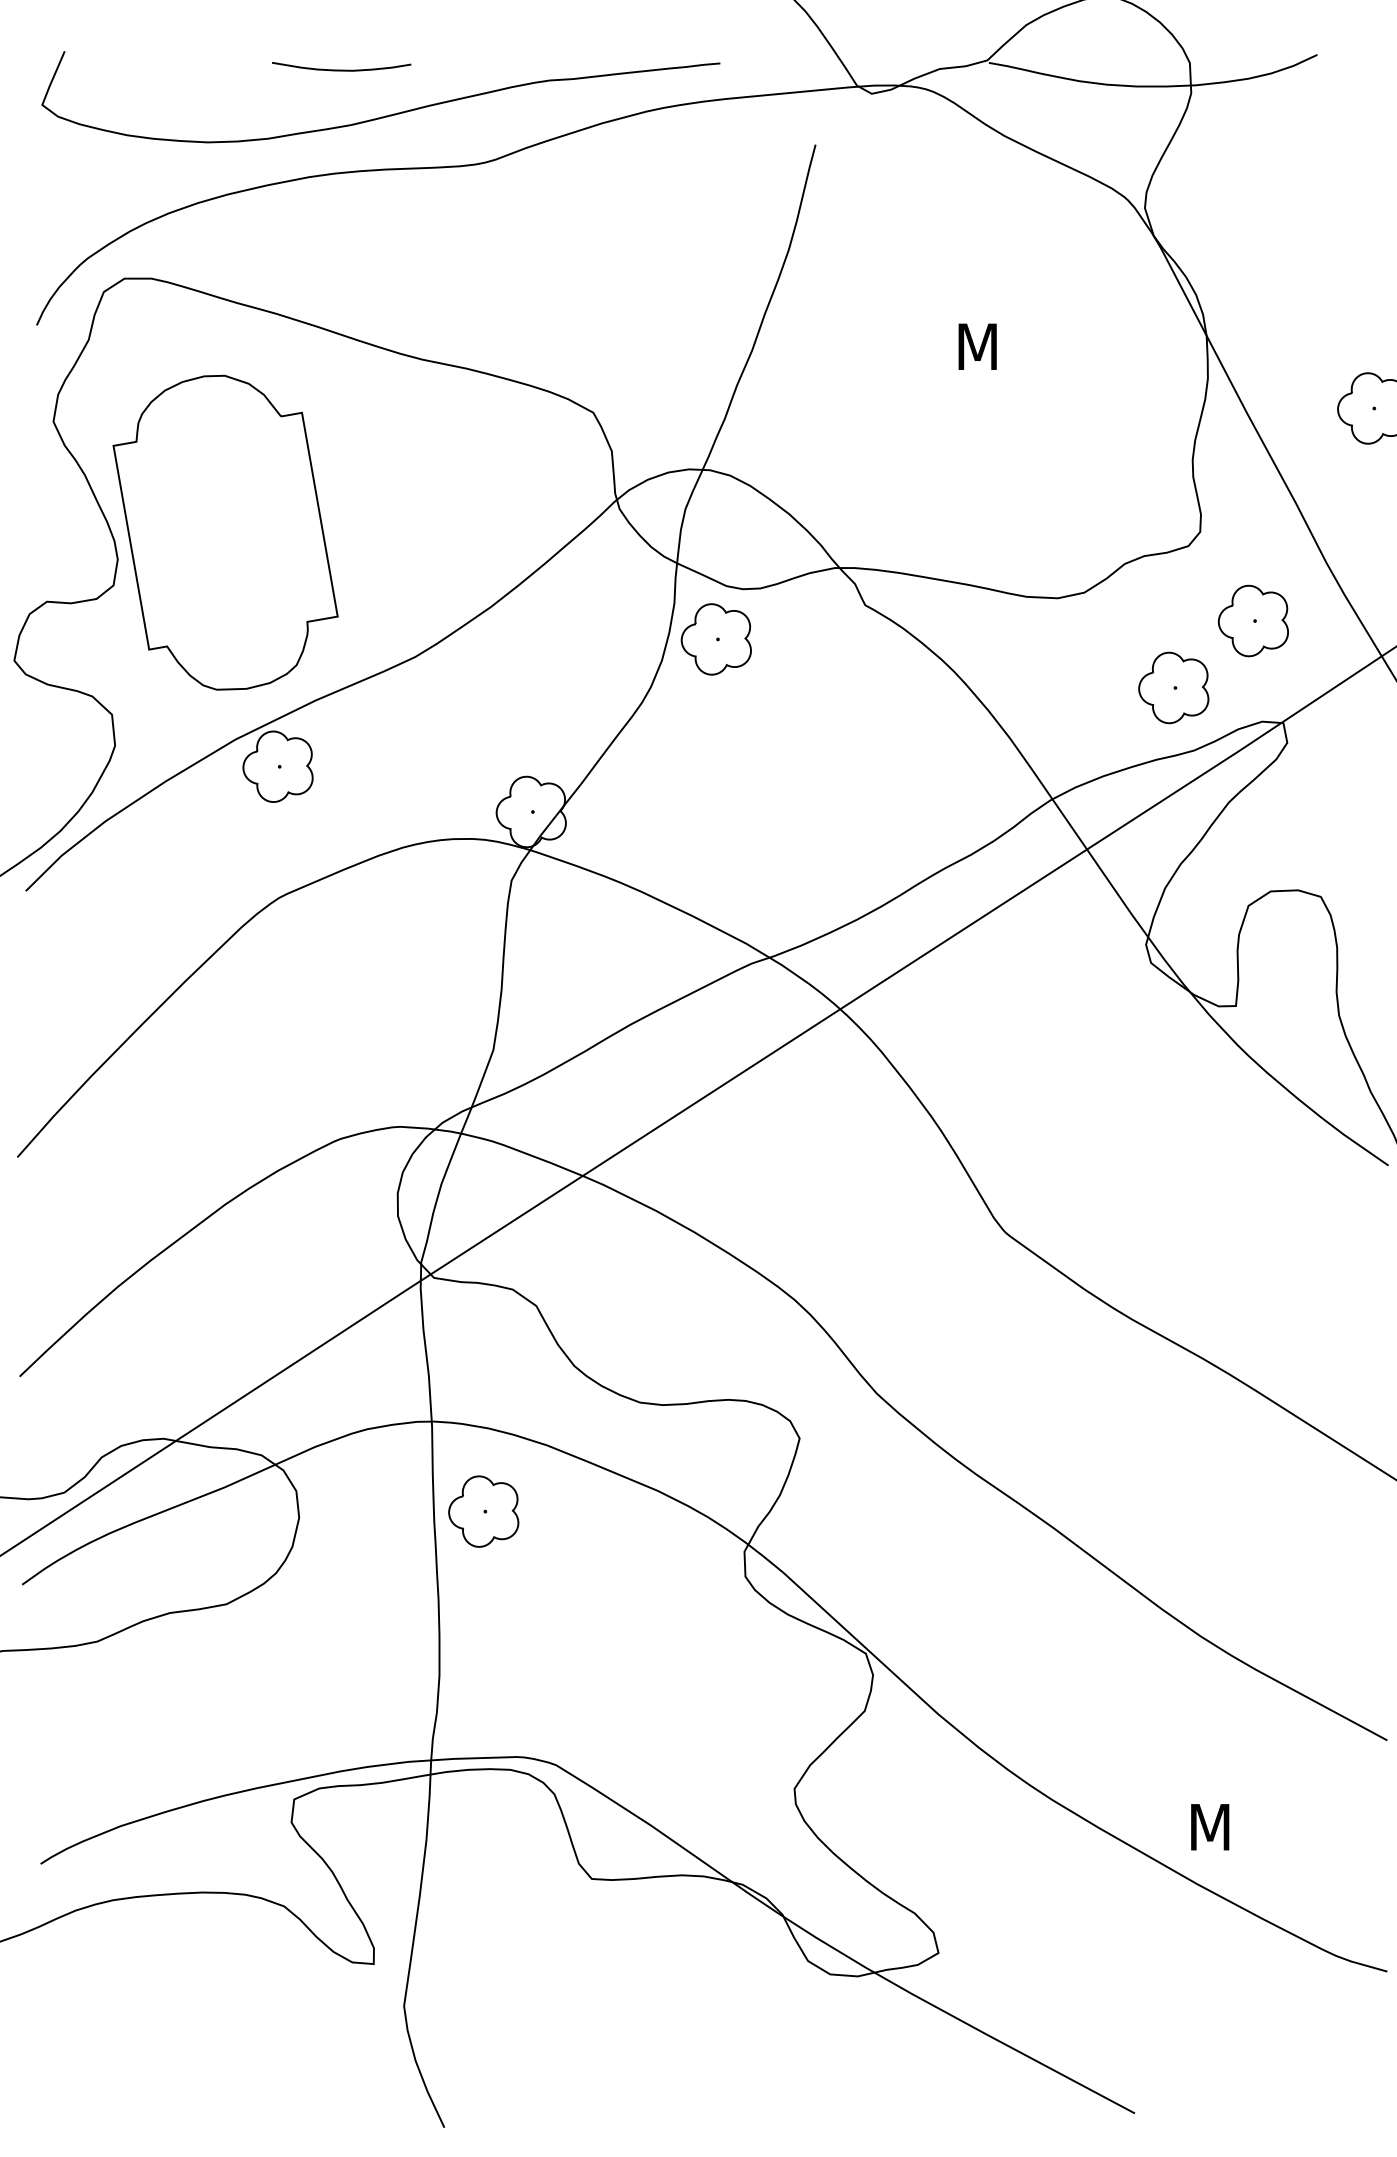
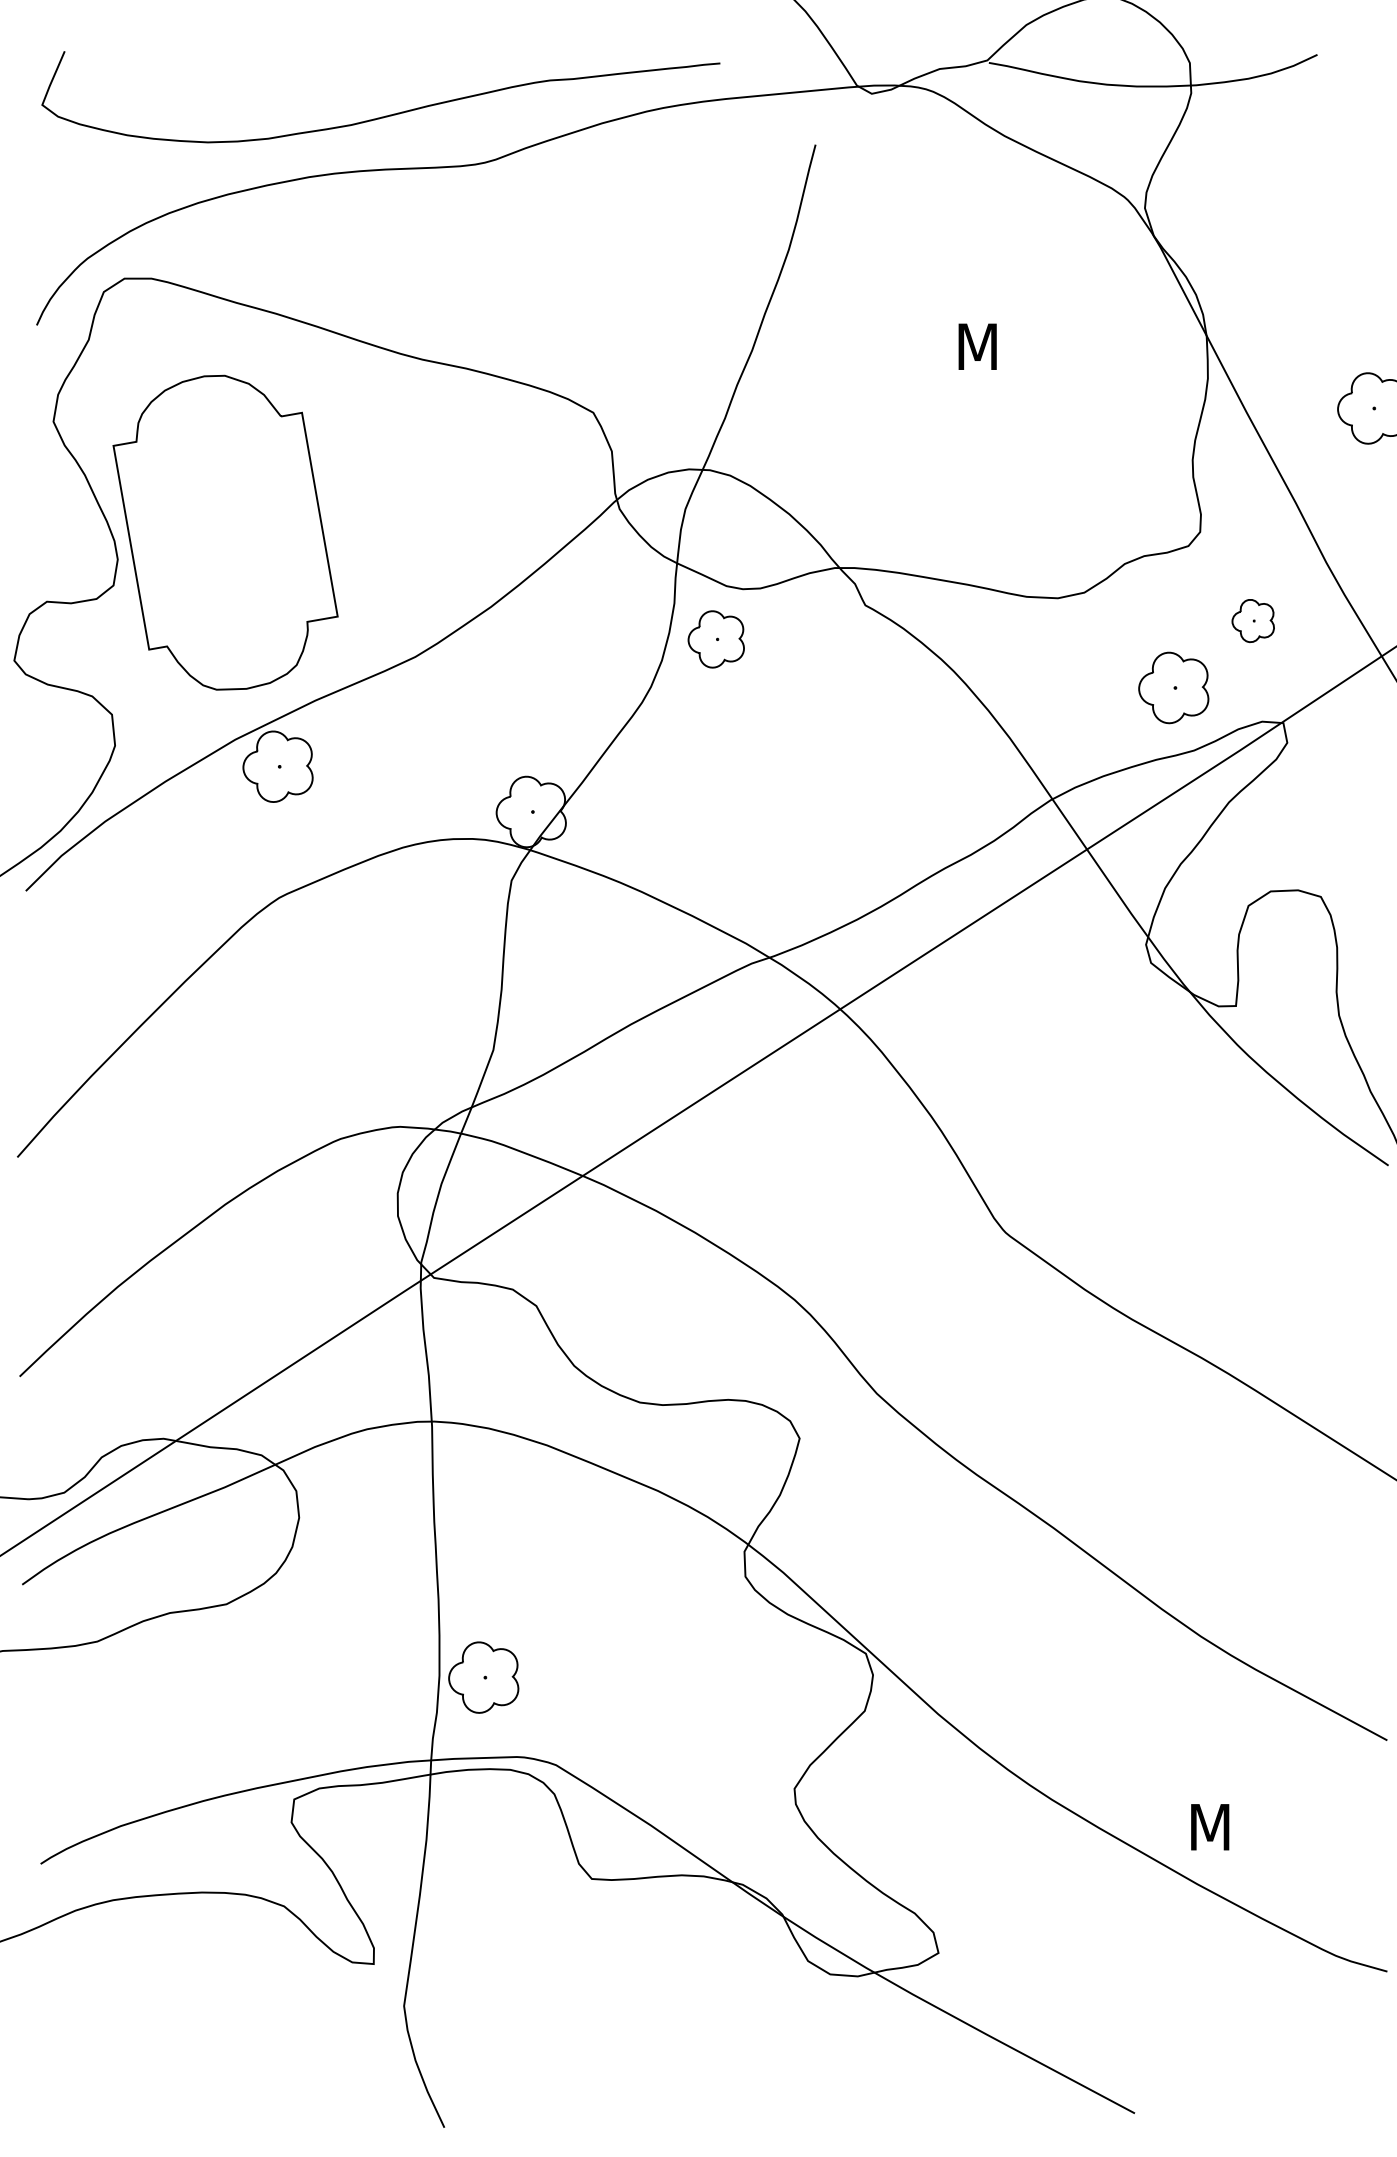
curve at (341, 69): present -> none
part at (1252, 620) size: 72x74 px -> 44x44 px
part at (715, 639) size: 72x73 px -> 58x59 px
part at (483, 1511) position: (483, 1511) -> (483, 1677)
